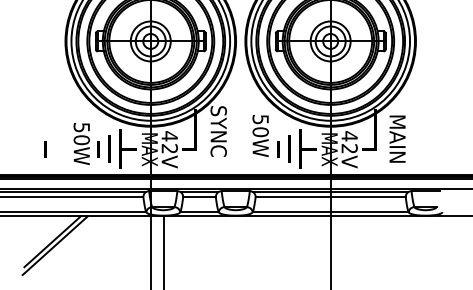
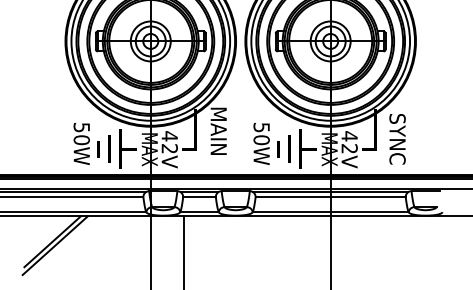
text at (218, 131): SYNC -> MAIN
text at (260, 136) position: (260, 136) -> (261, 144)
text at (397, 139): MAIN -> SYNC
line at (45, 149): present -> none
line at (164, 251) position: (164, 251) -> (184, 251)
